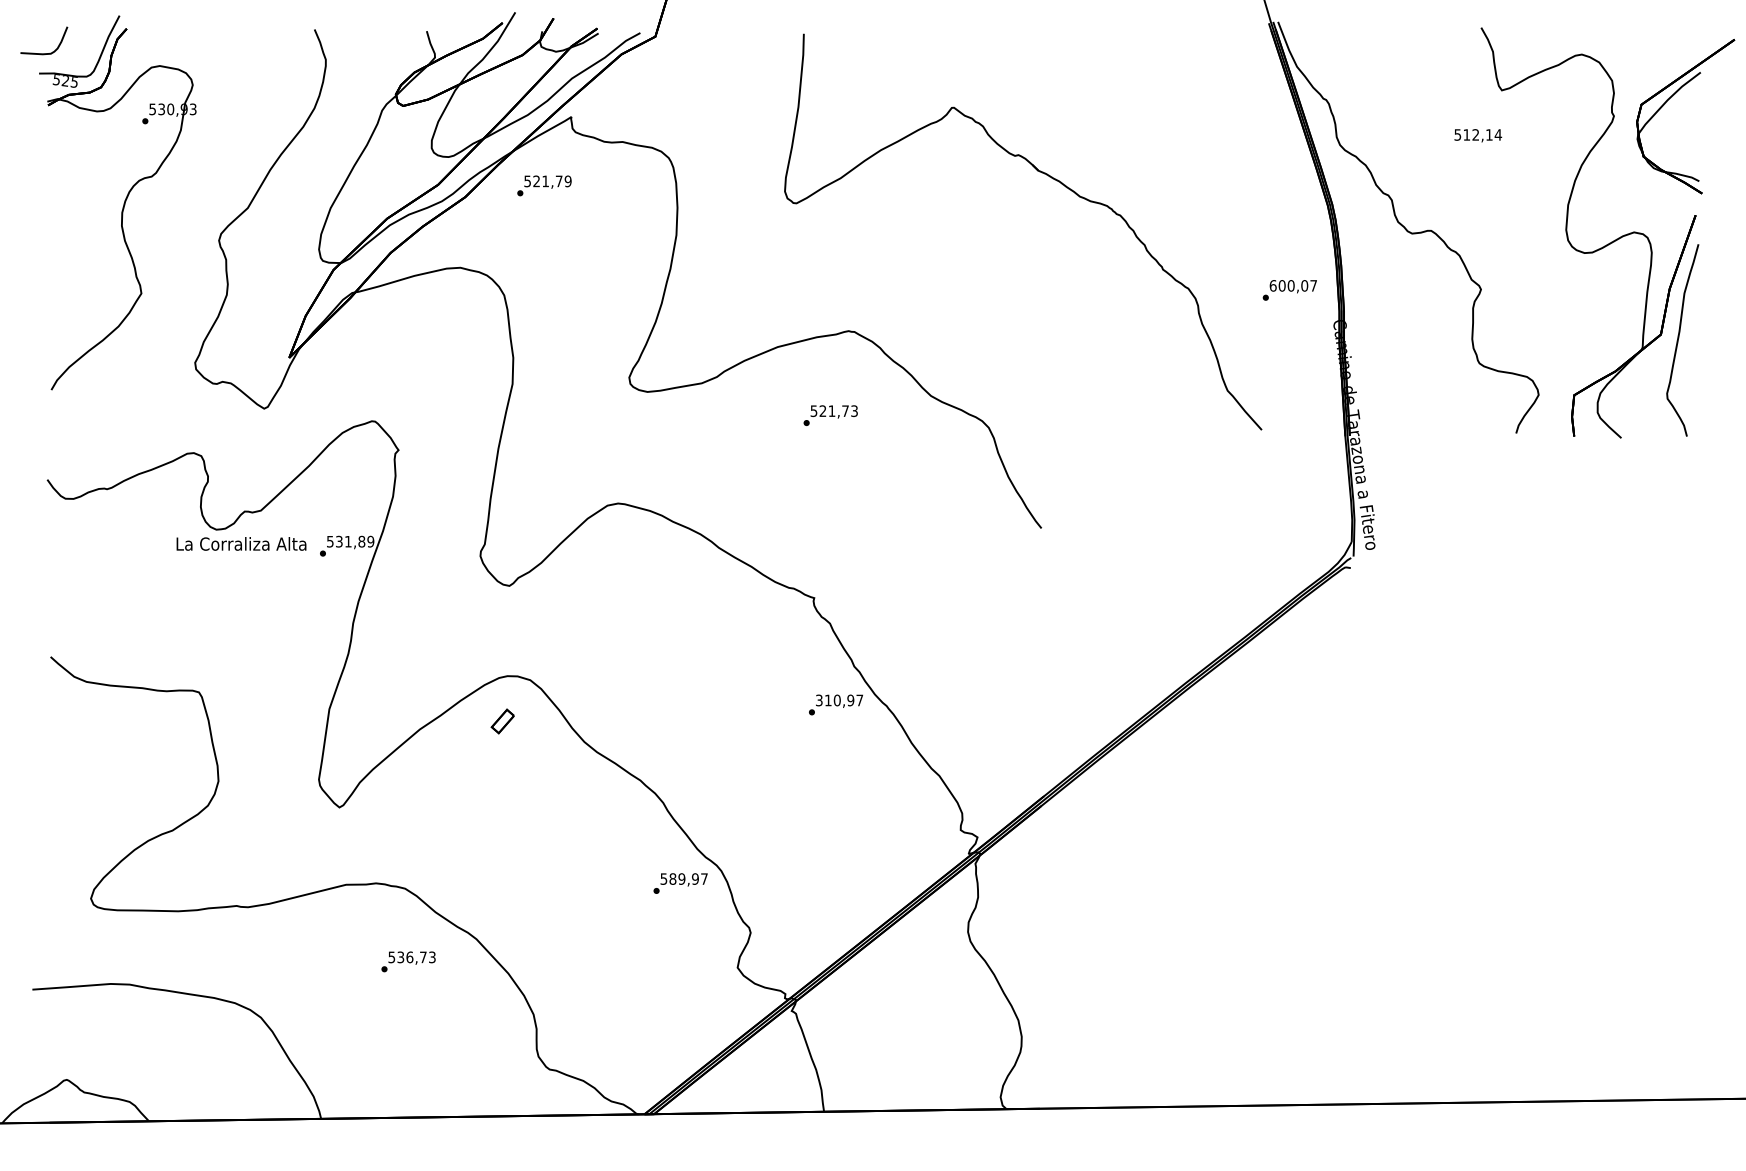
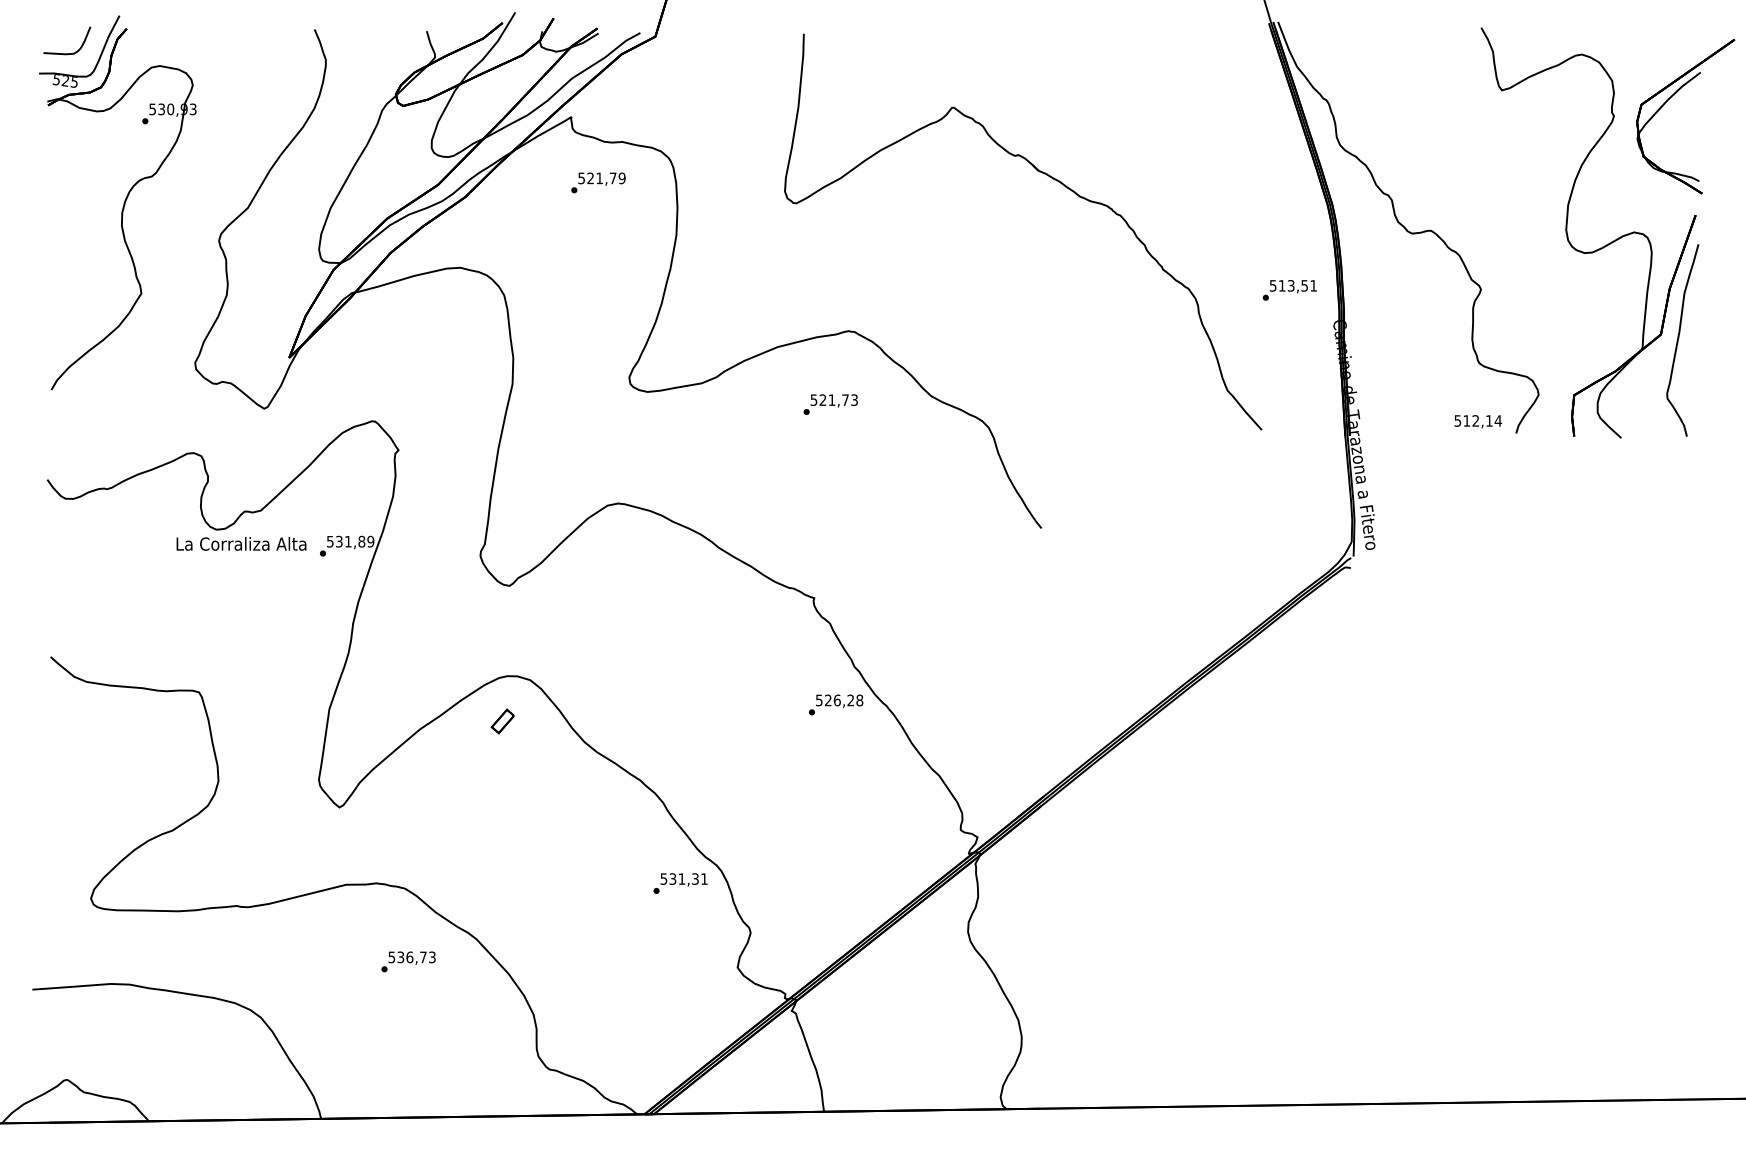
curve at (44, 53) position: (44, 53) -> (67, 53)
text at (1478, 135) position: (1478, 135) -> (1478, 421)
text at (544, 185) position: (544, 185) -> (598, 182)
text at (1292, 285): 600,07 -> 513,51
text at (830, 415) position: (830, 415) -> (830, 404)
text at (839, 700): 310,97 -> 526,28
text at (688, 878): 589,97 -> 531,31
